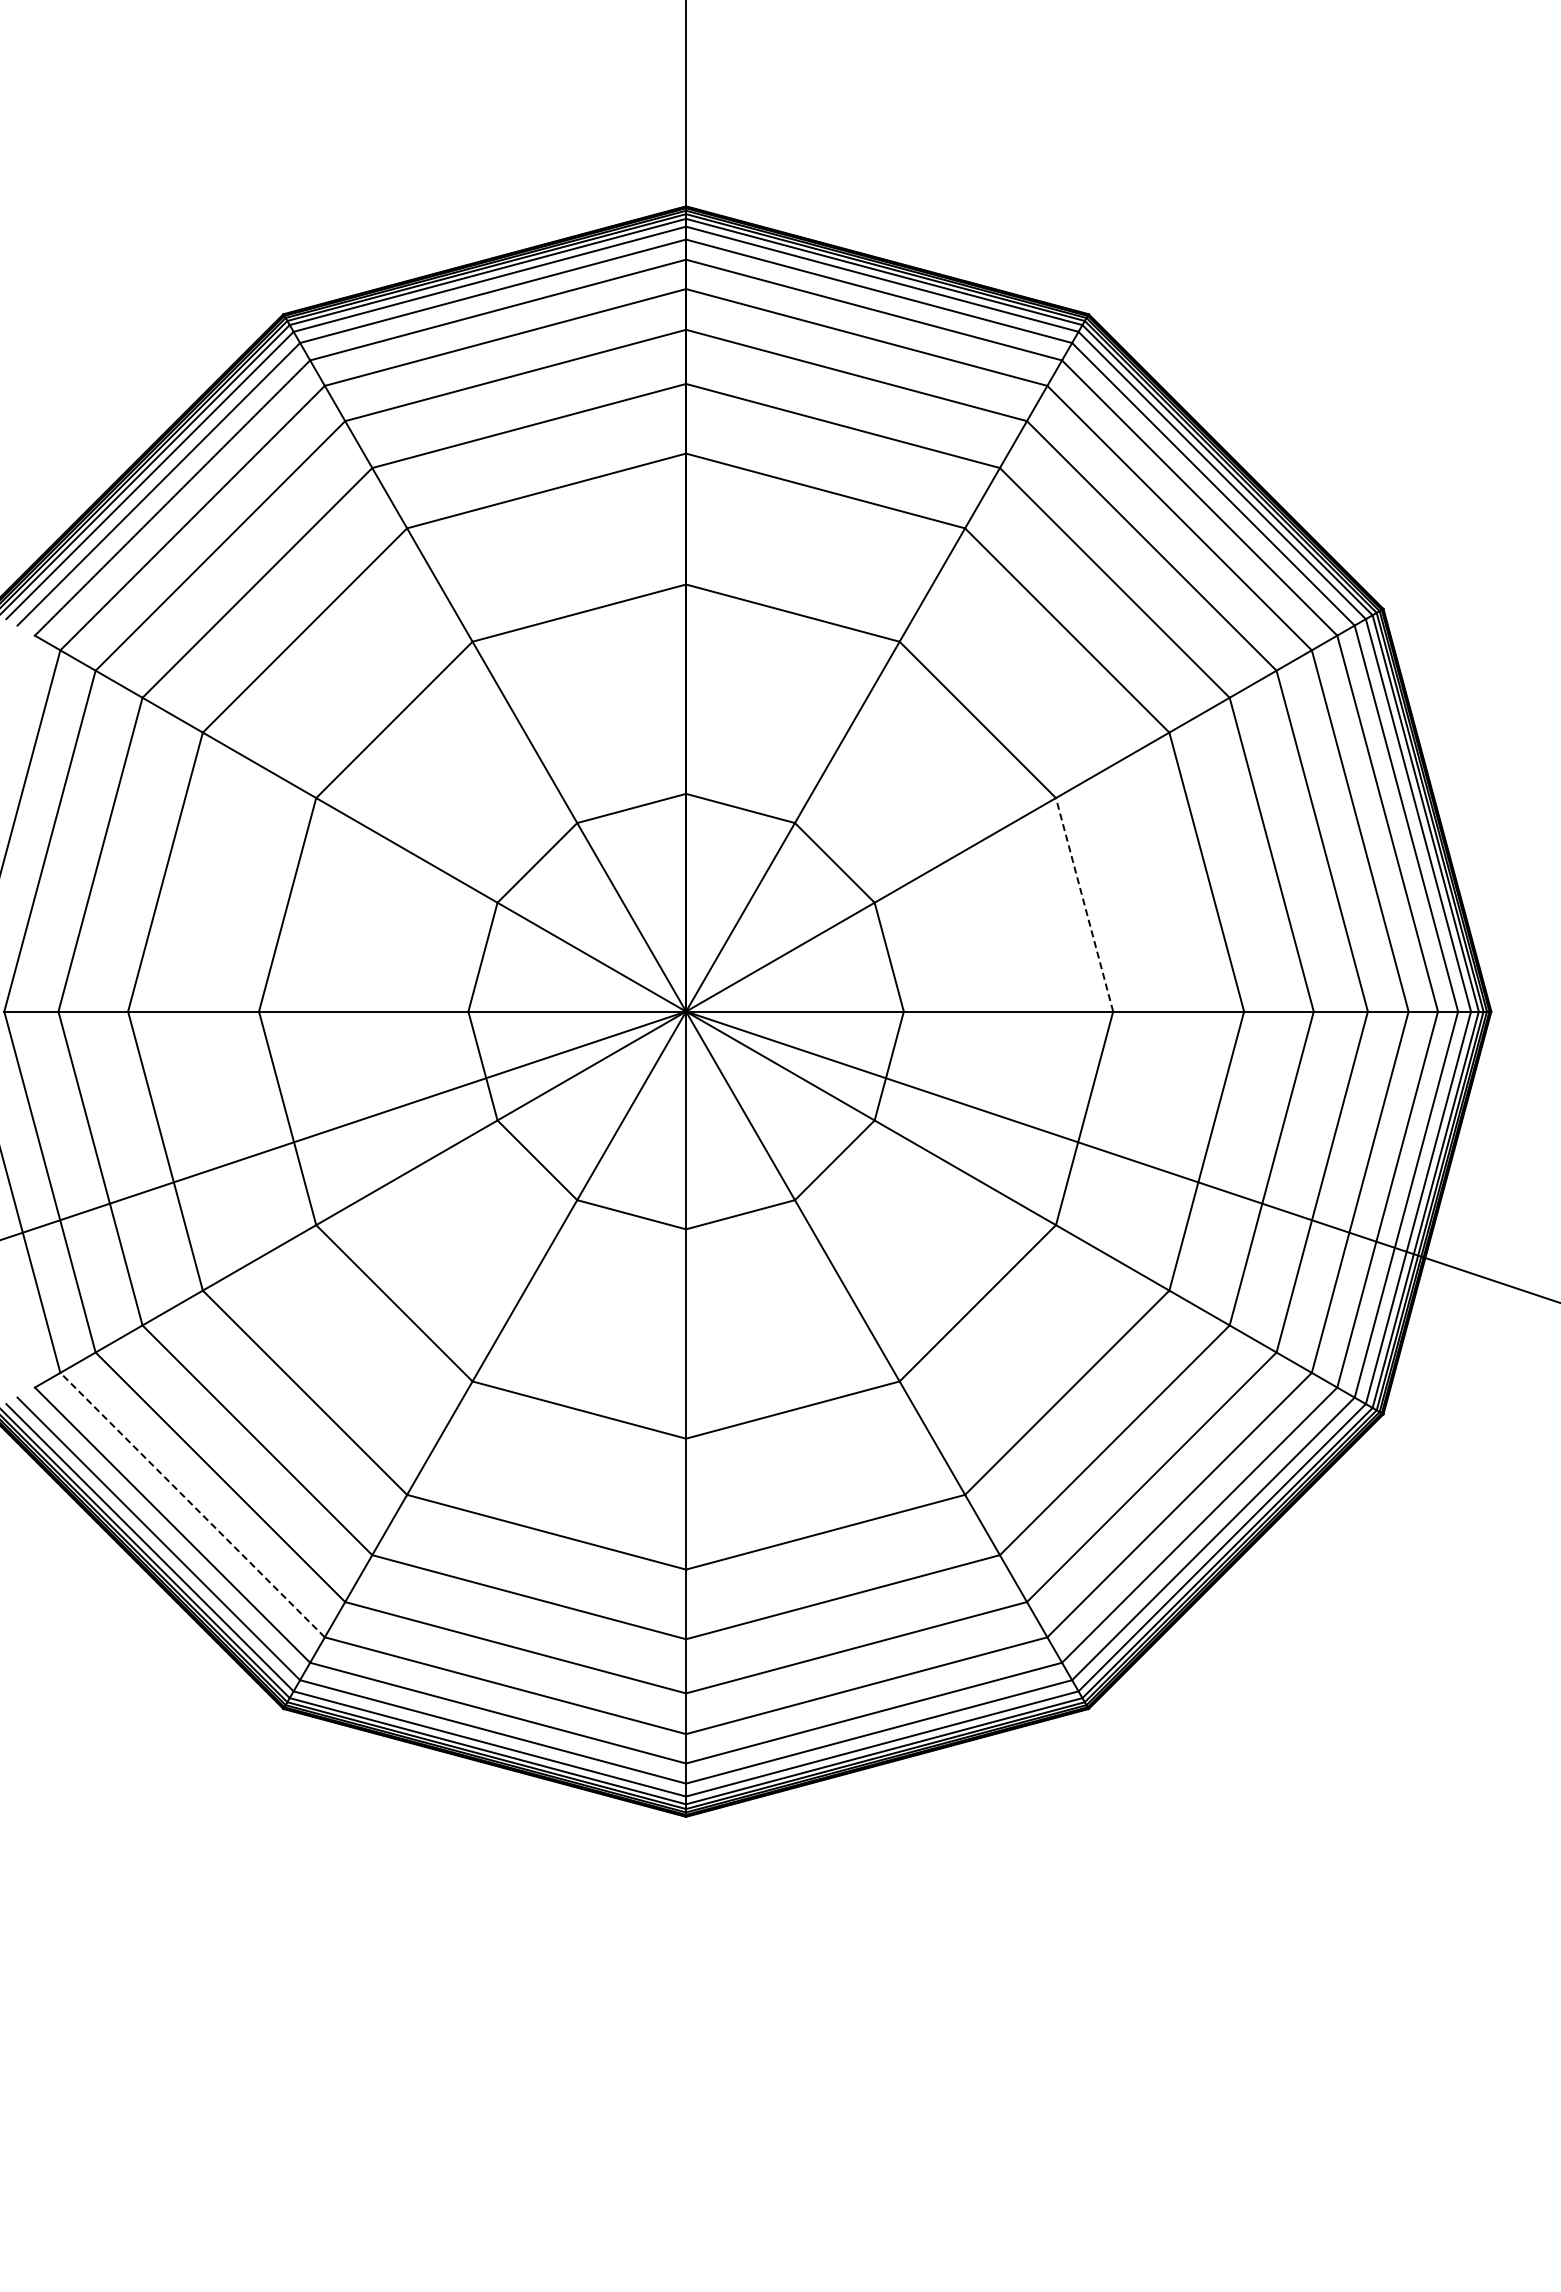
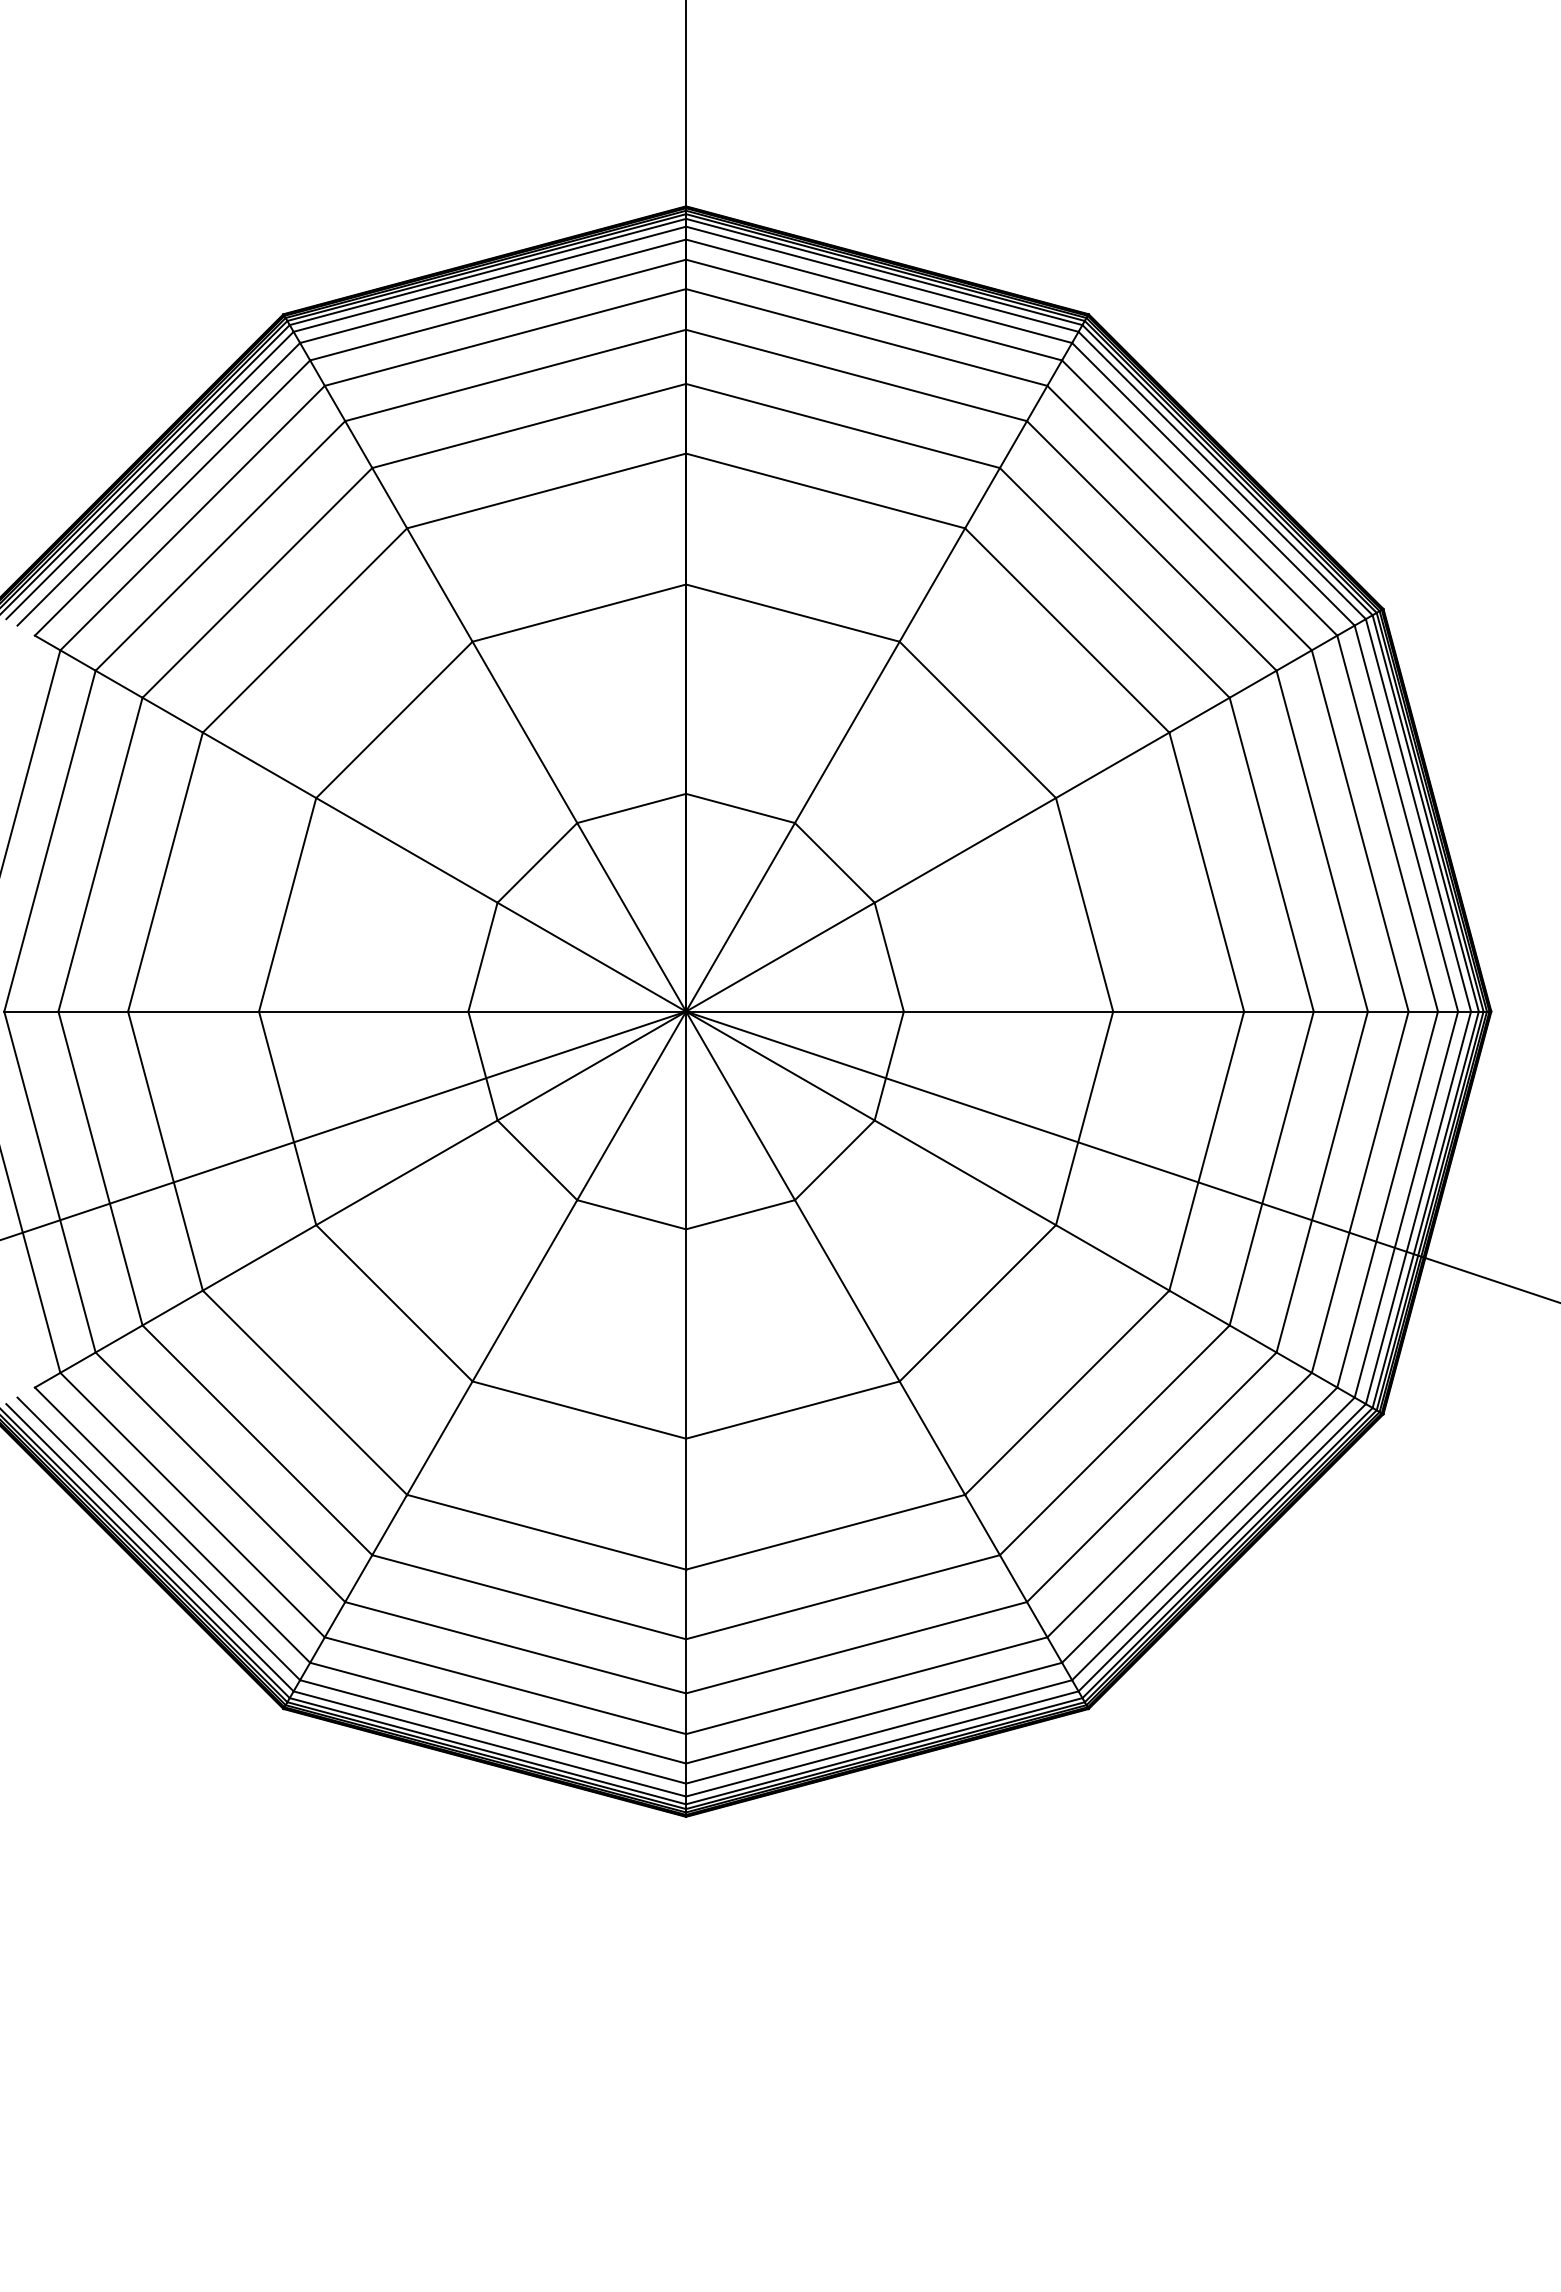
line at (1084, 904): dashed -> solid
line at (192, 1504): dashed -> solid
